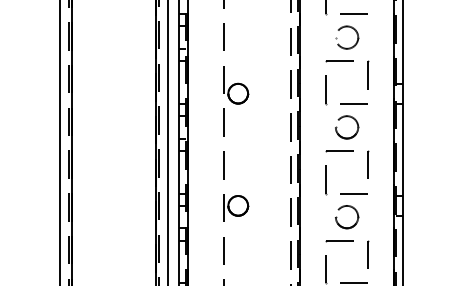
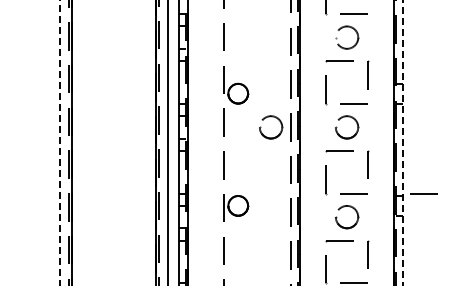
part at (279, 132): none -> present
line at (403, 141): solid -> dashed
line at (59, 143): solid -> dashed
line at (423, 193): none -> present
